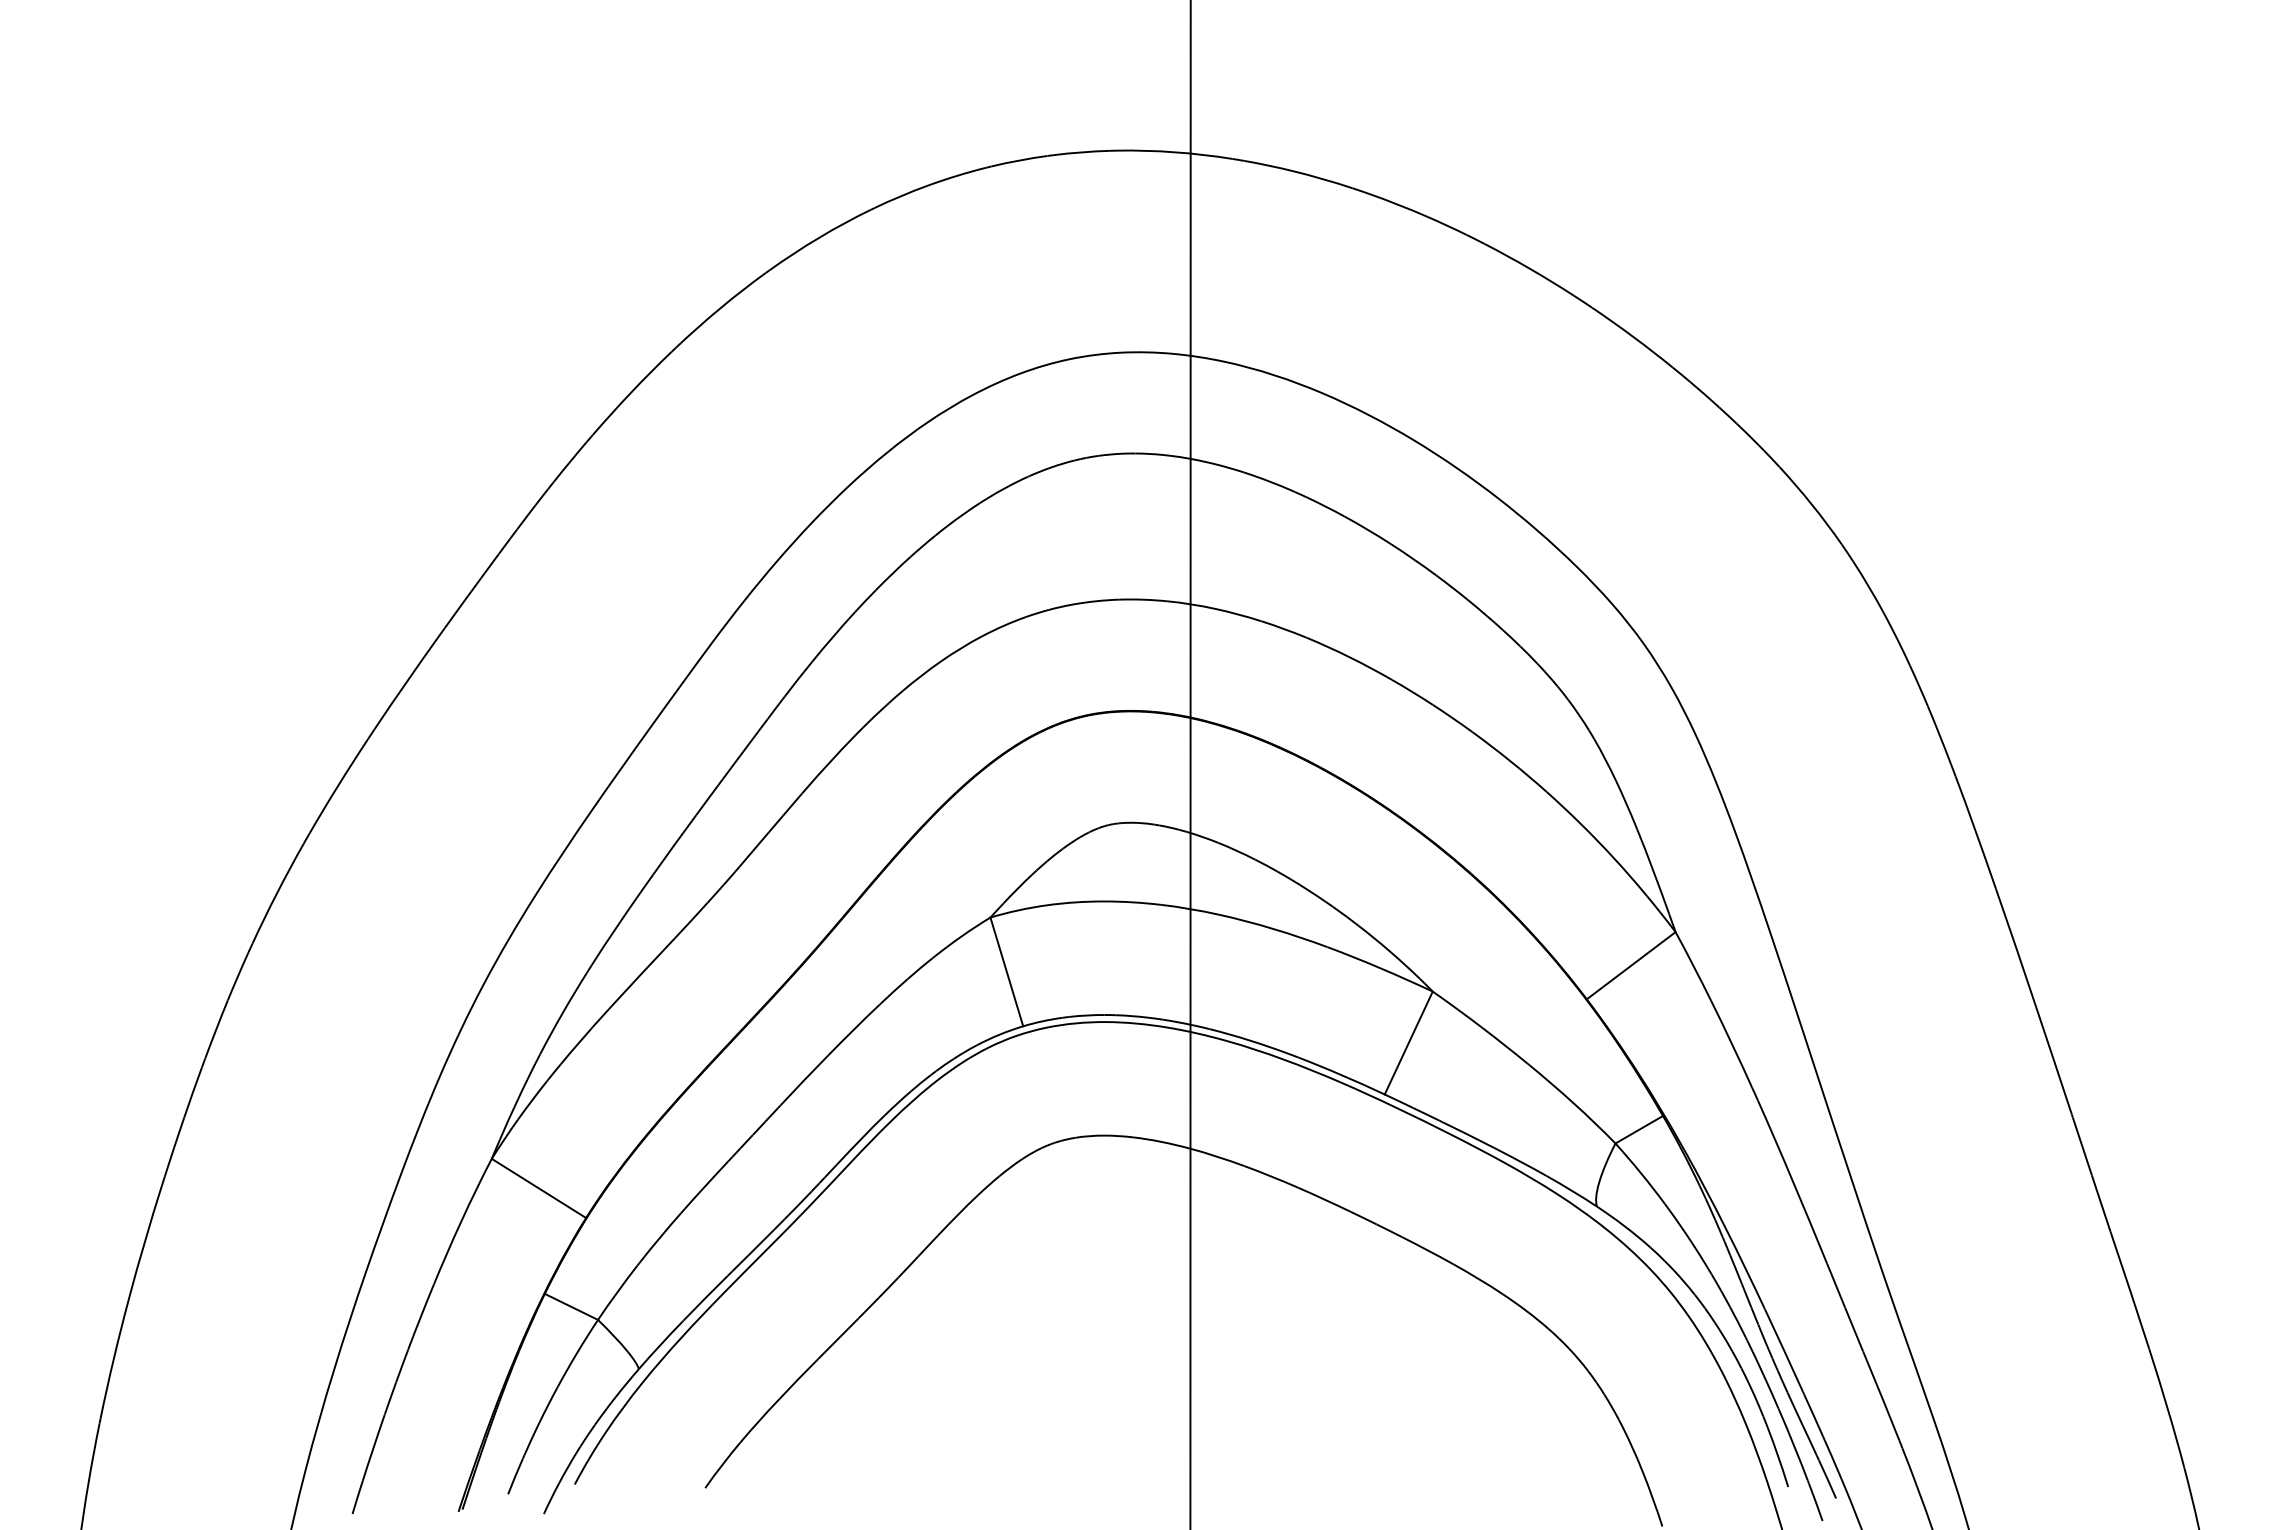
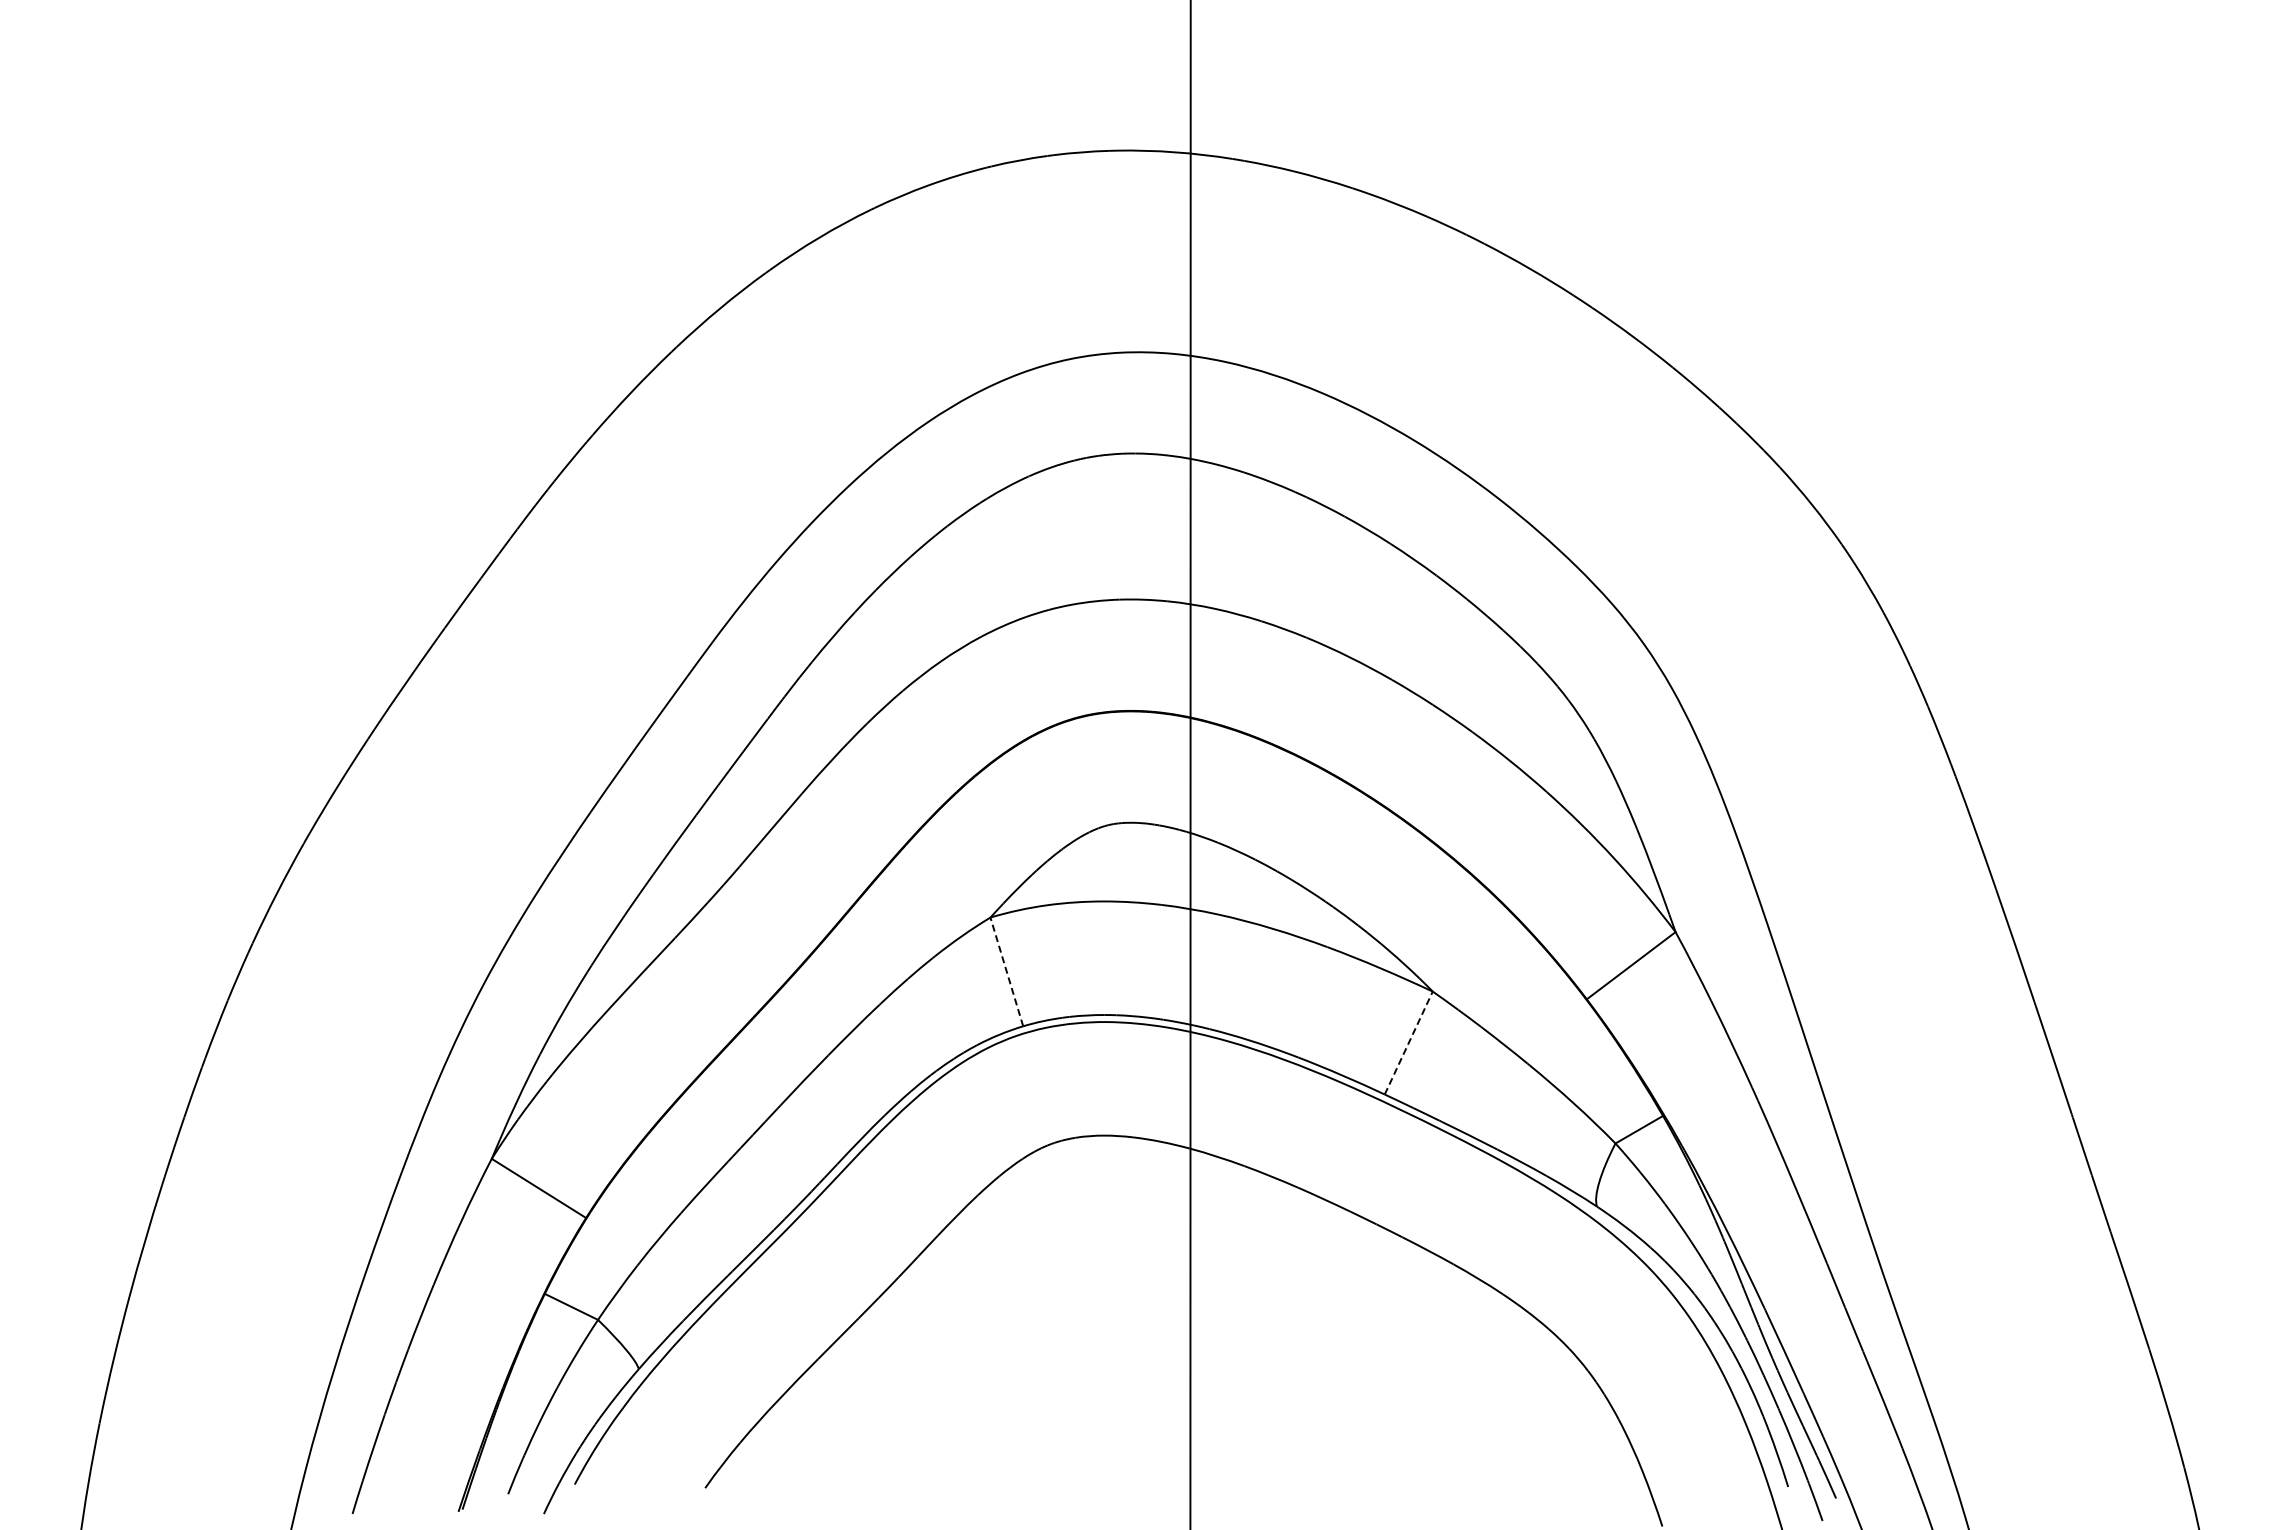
line at (1006, 971): solid -> dashed
line at (1408, 1043): solid -> dashed
